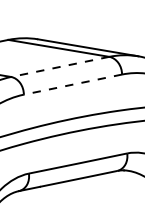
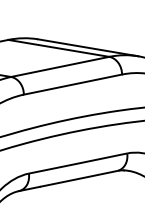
line at (59, 67): dashed -> solid
line at (72, 84): dashed -> solid
